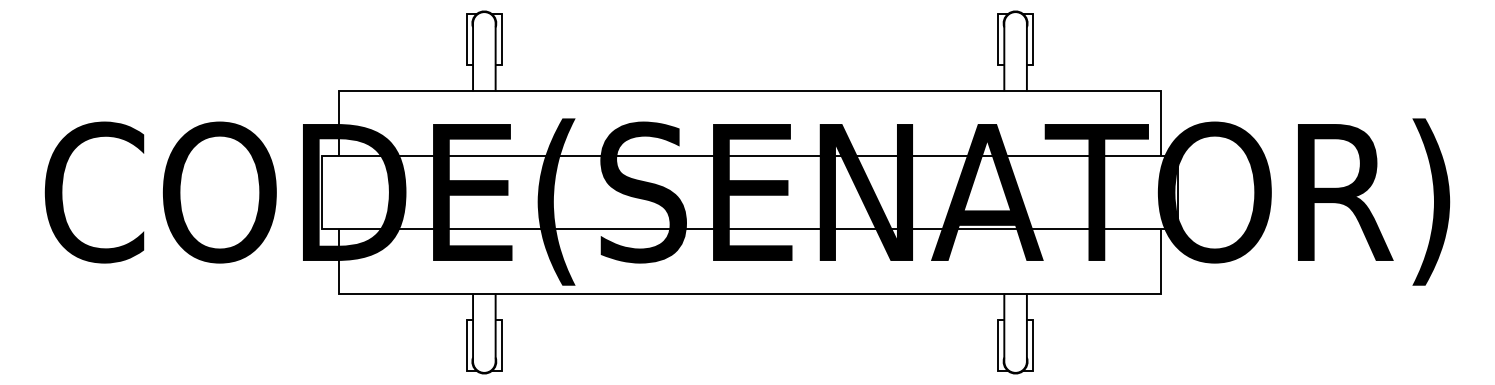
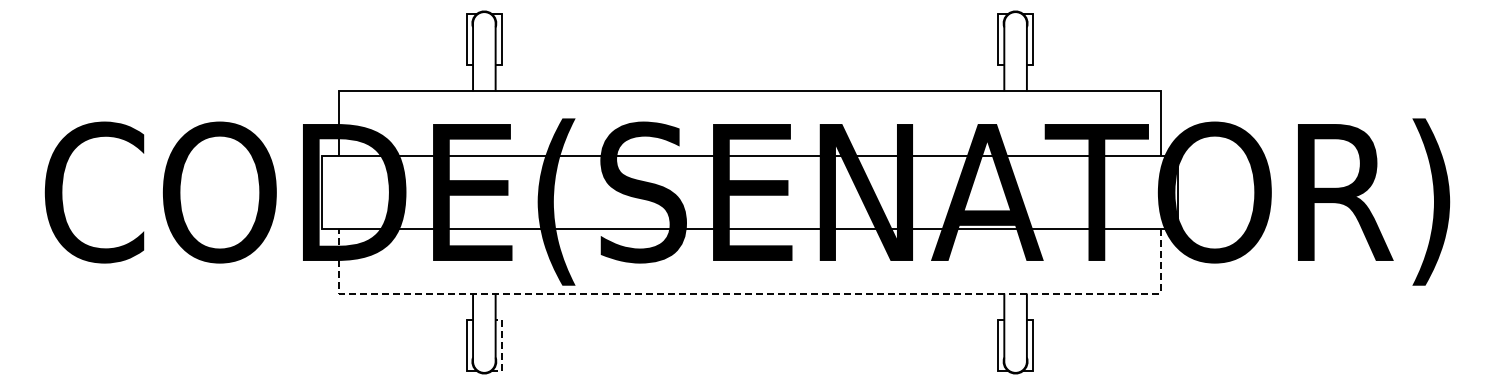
line at (749, 293): solid -> dashed
line at (501, 347): solid -> dashed
